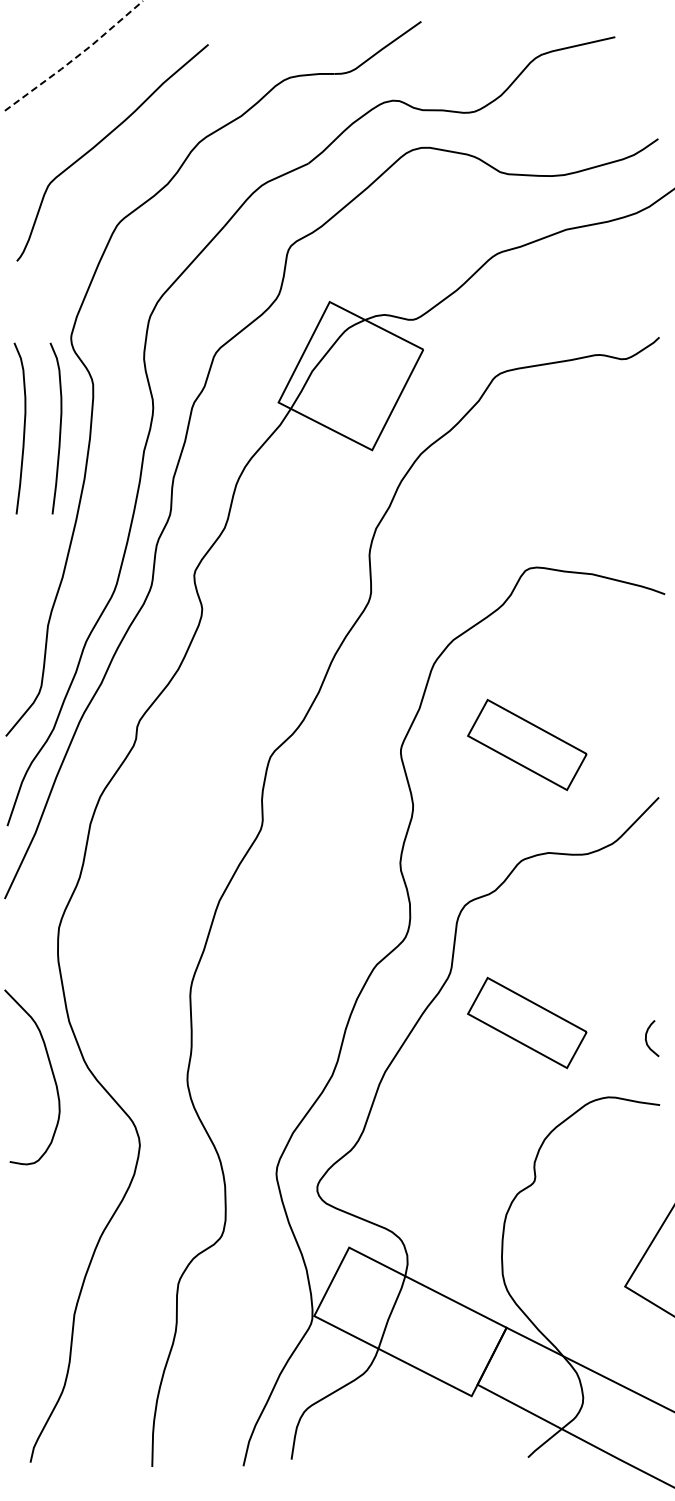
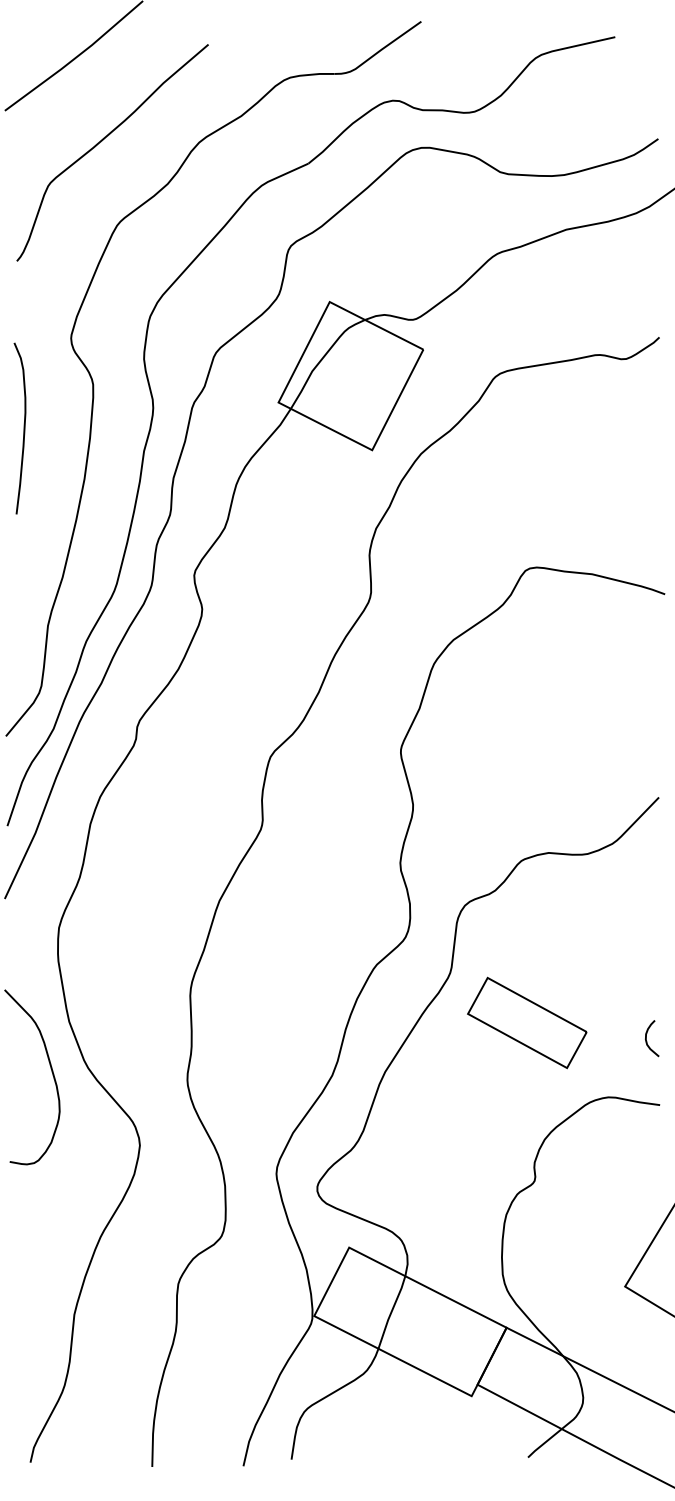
line at (75, 58): dashed -> solid
curve at (59, 428): present -> none
part at (527, 744): present -> none
